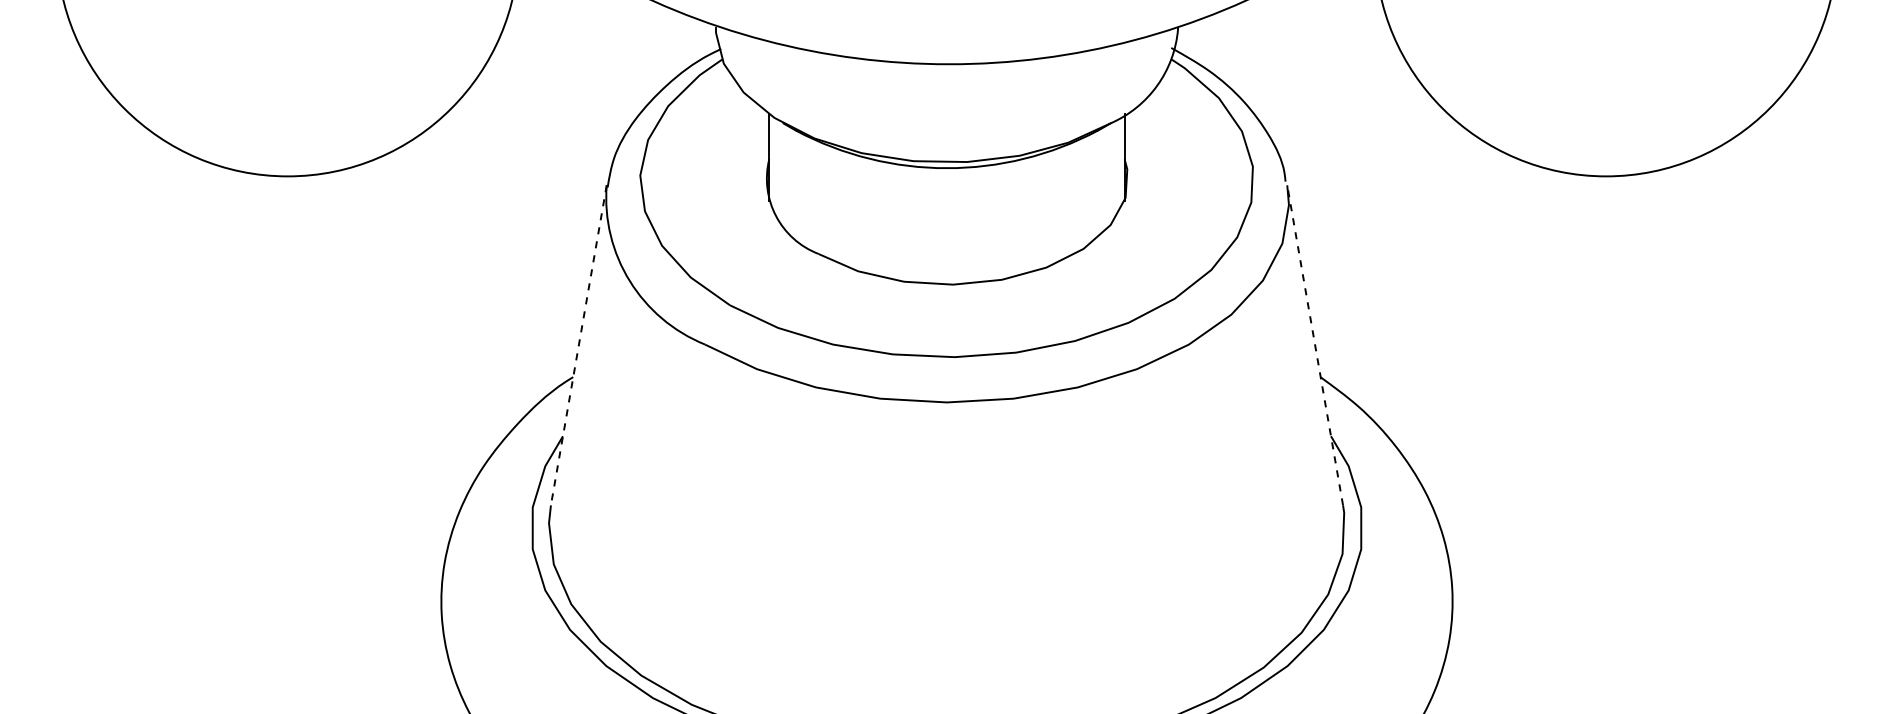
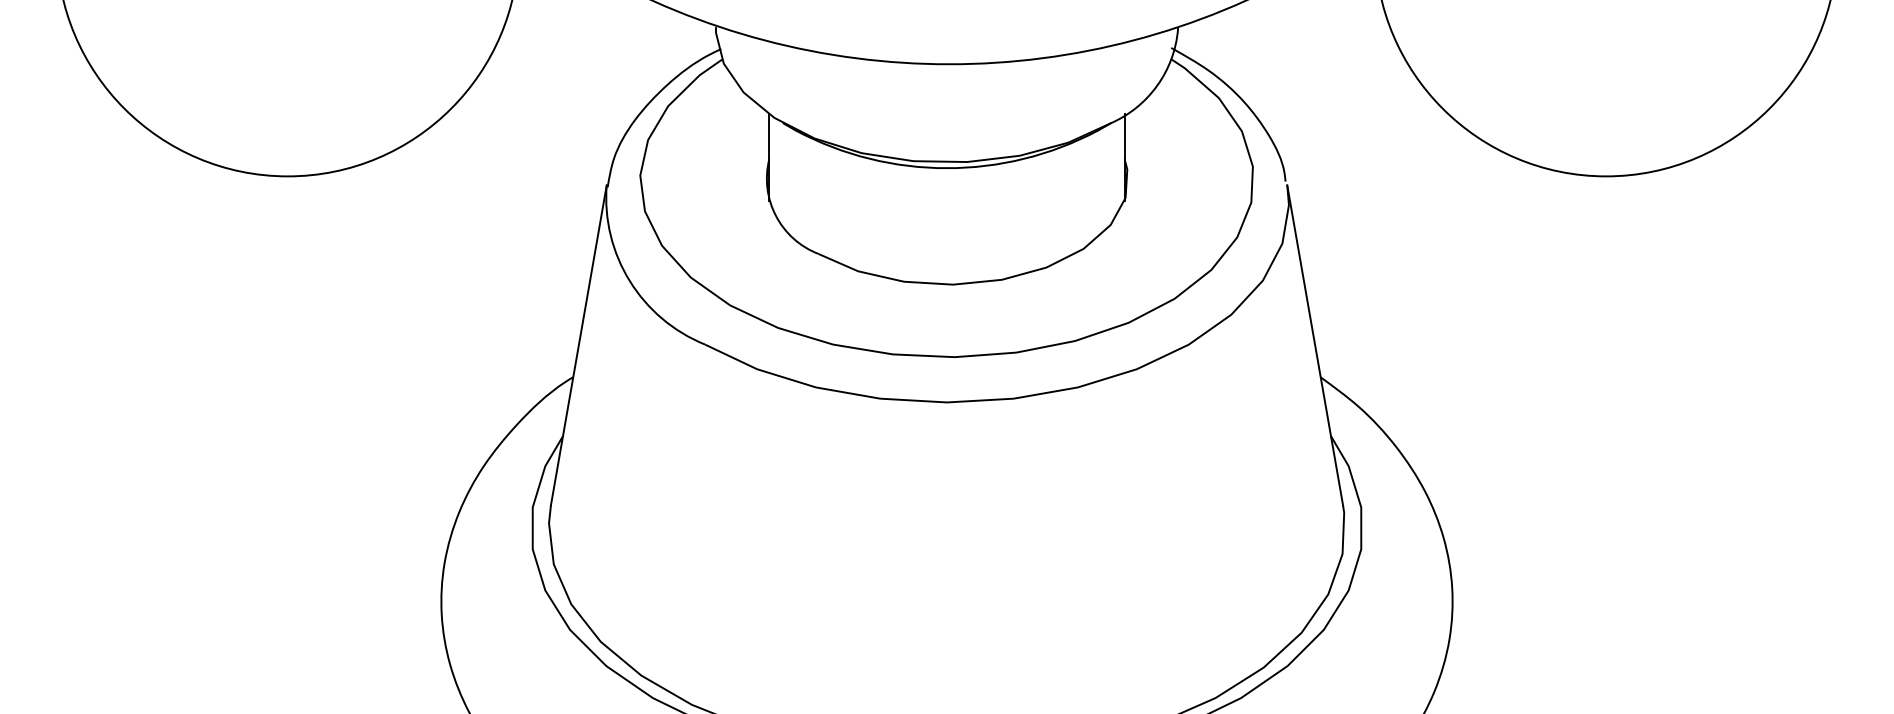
line at (1315, 344): dashed -> solid
line at (578, 345): dashed -> solid
